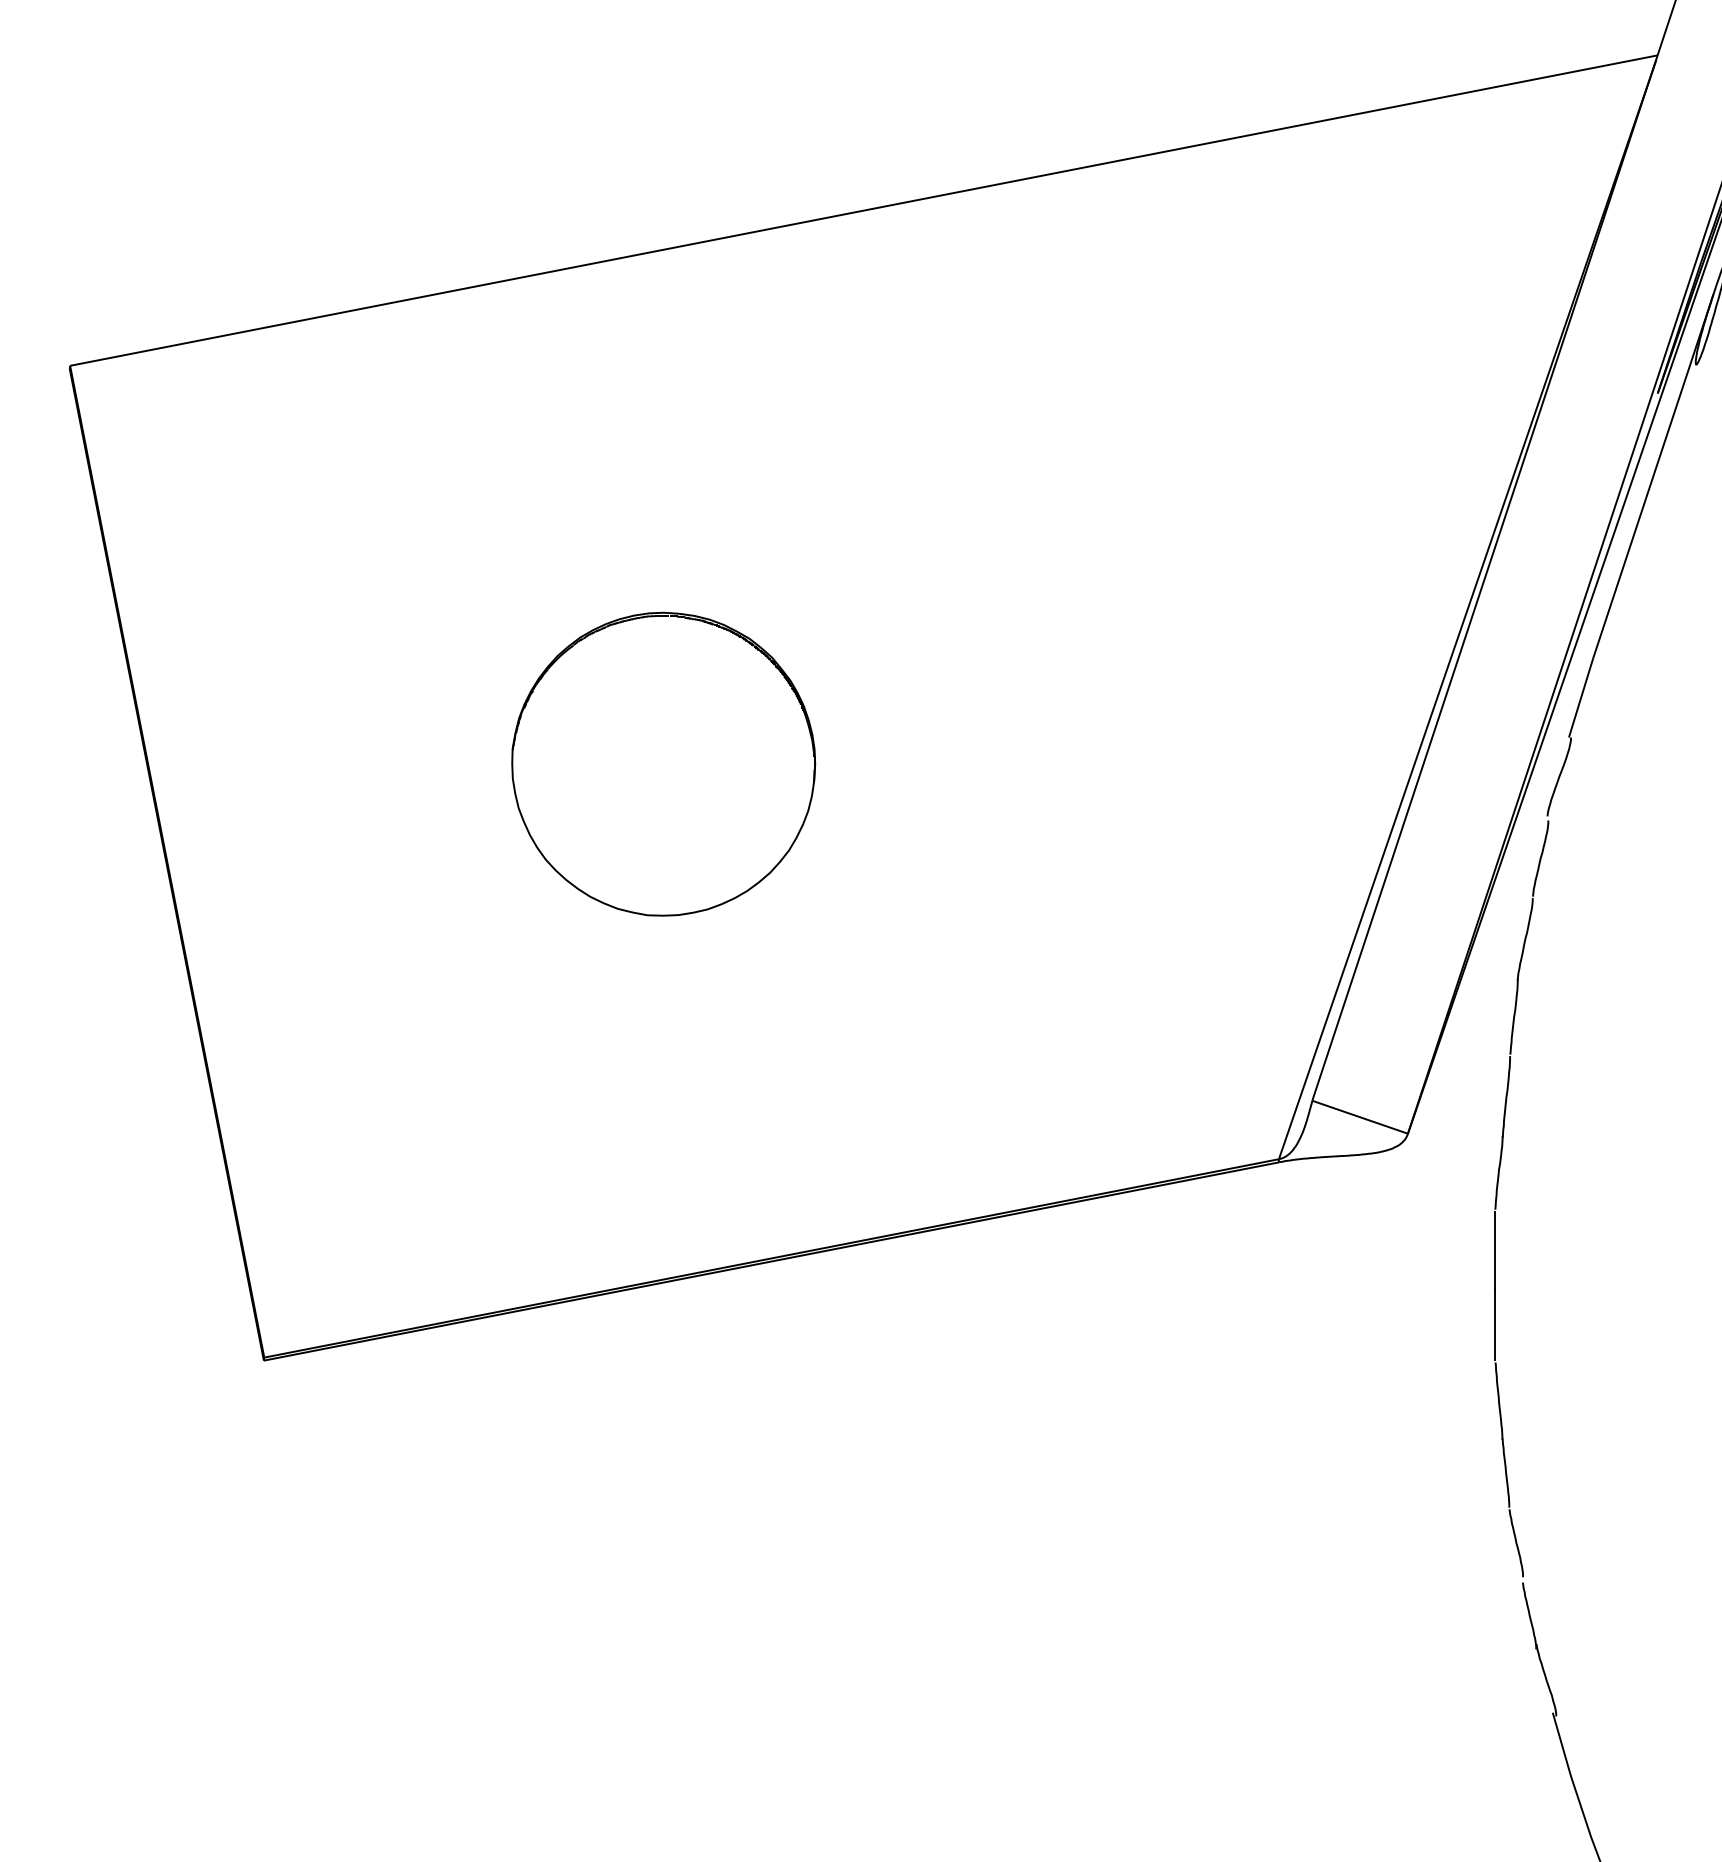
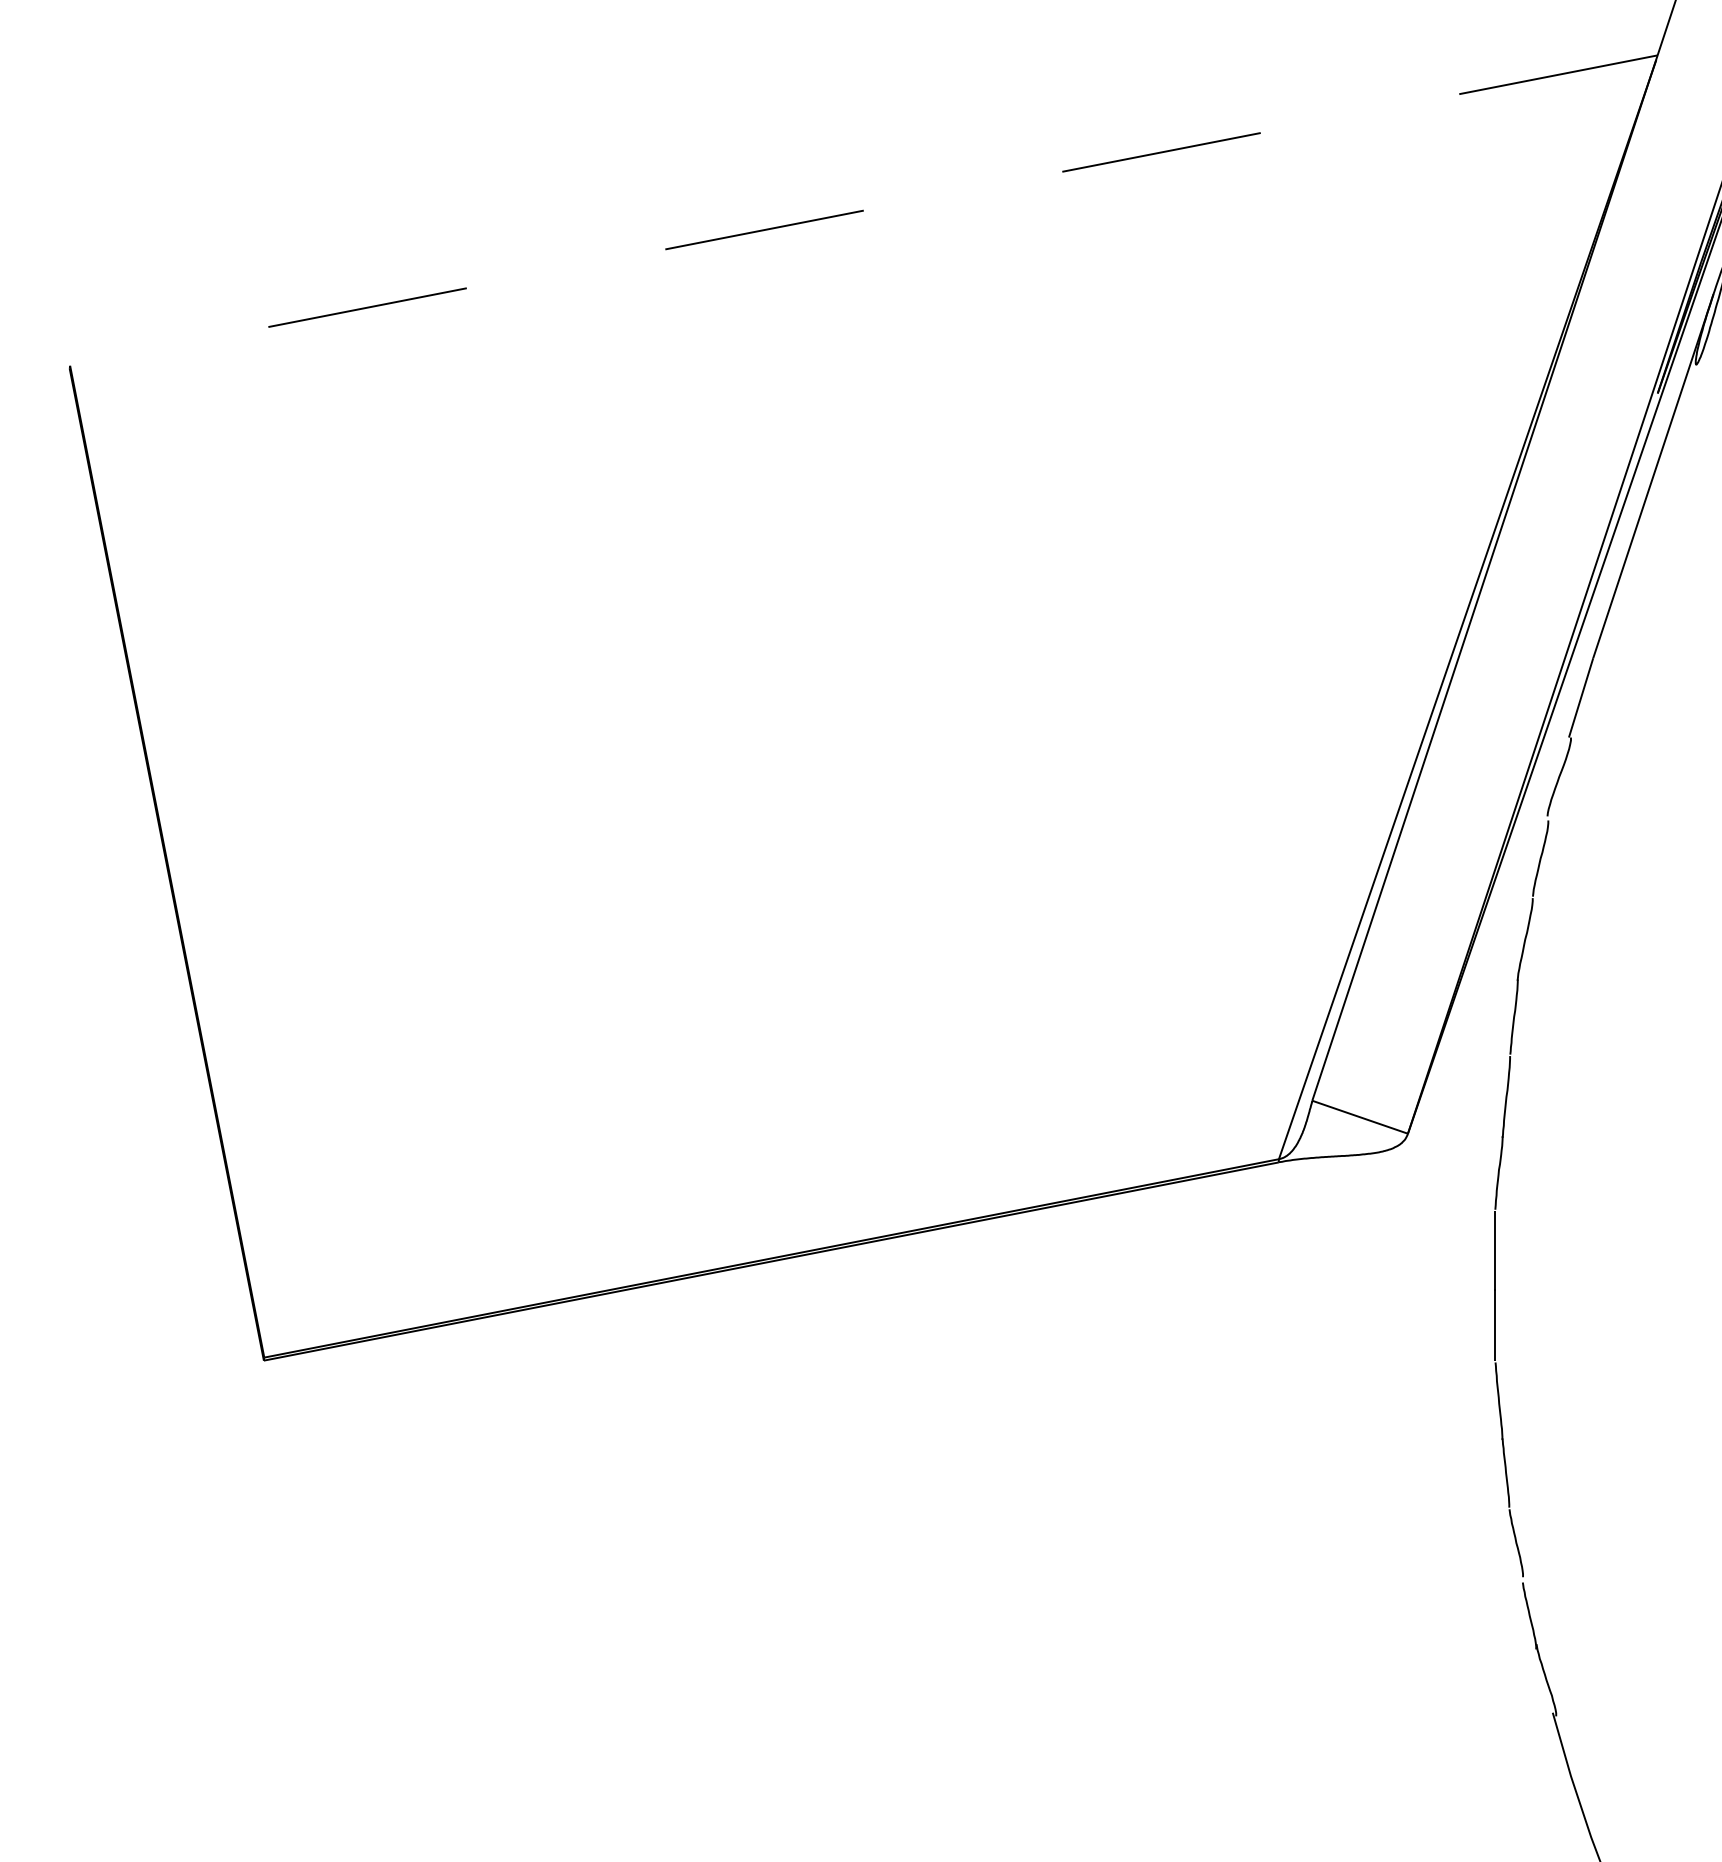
line at (863, 210): solid -> dashed
part at (663, 763): present -> none
